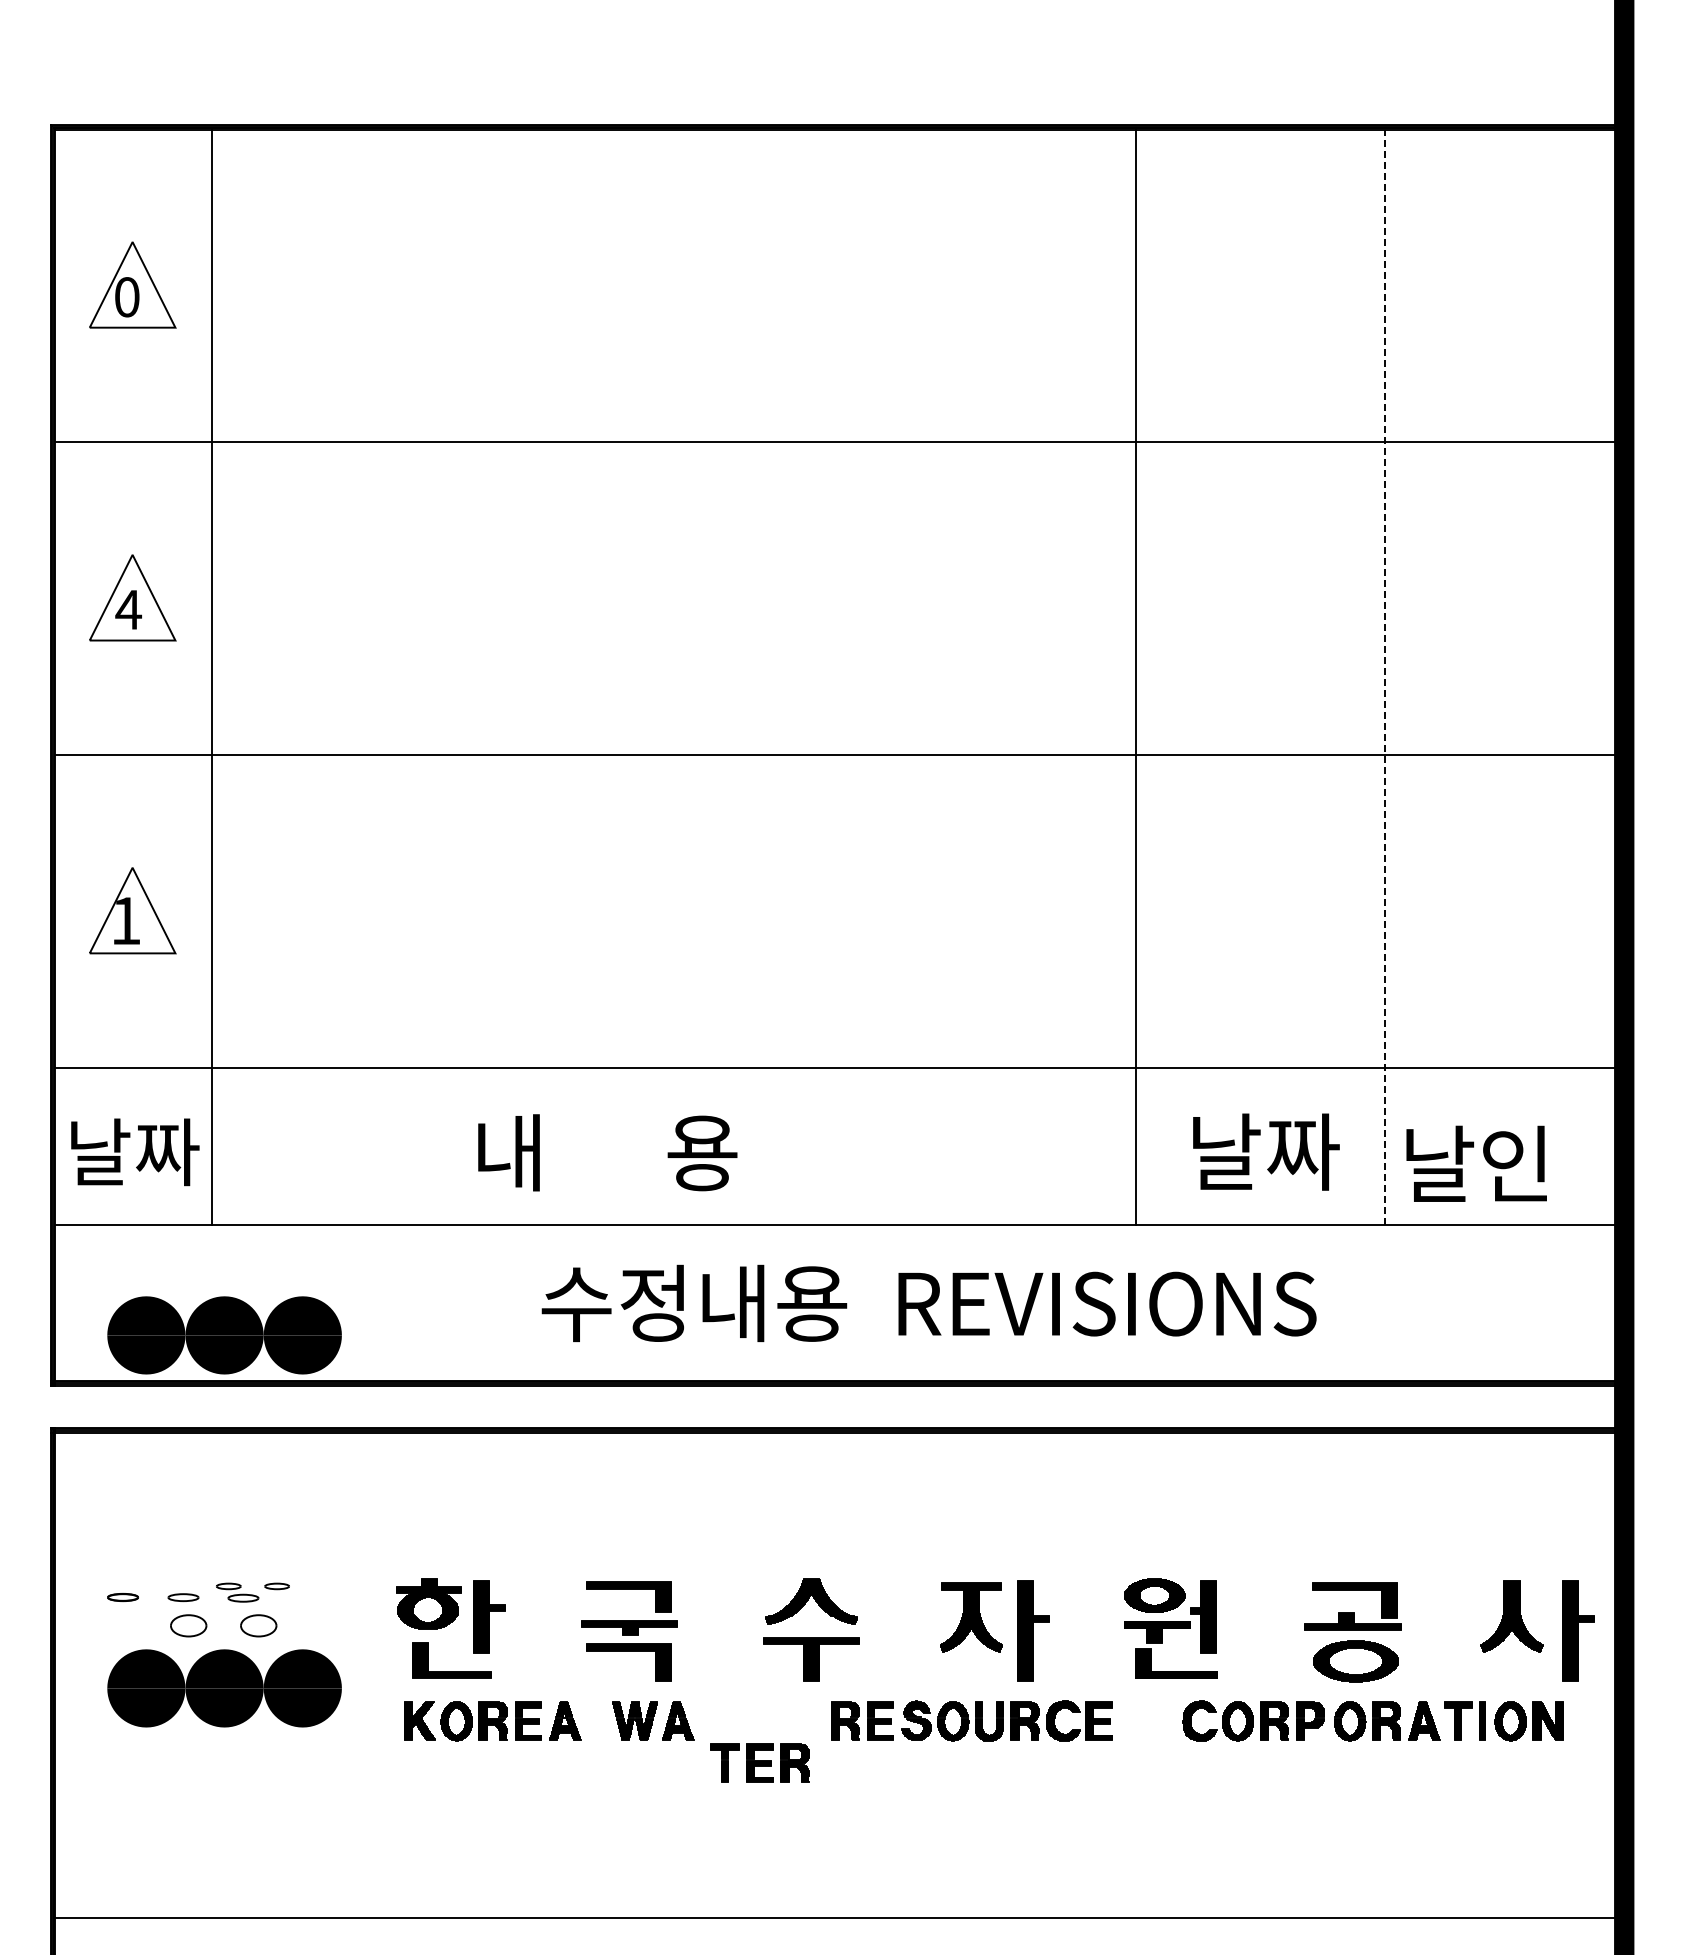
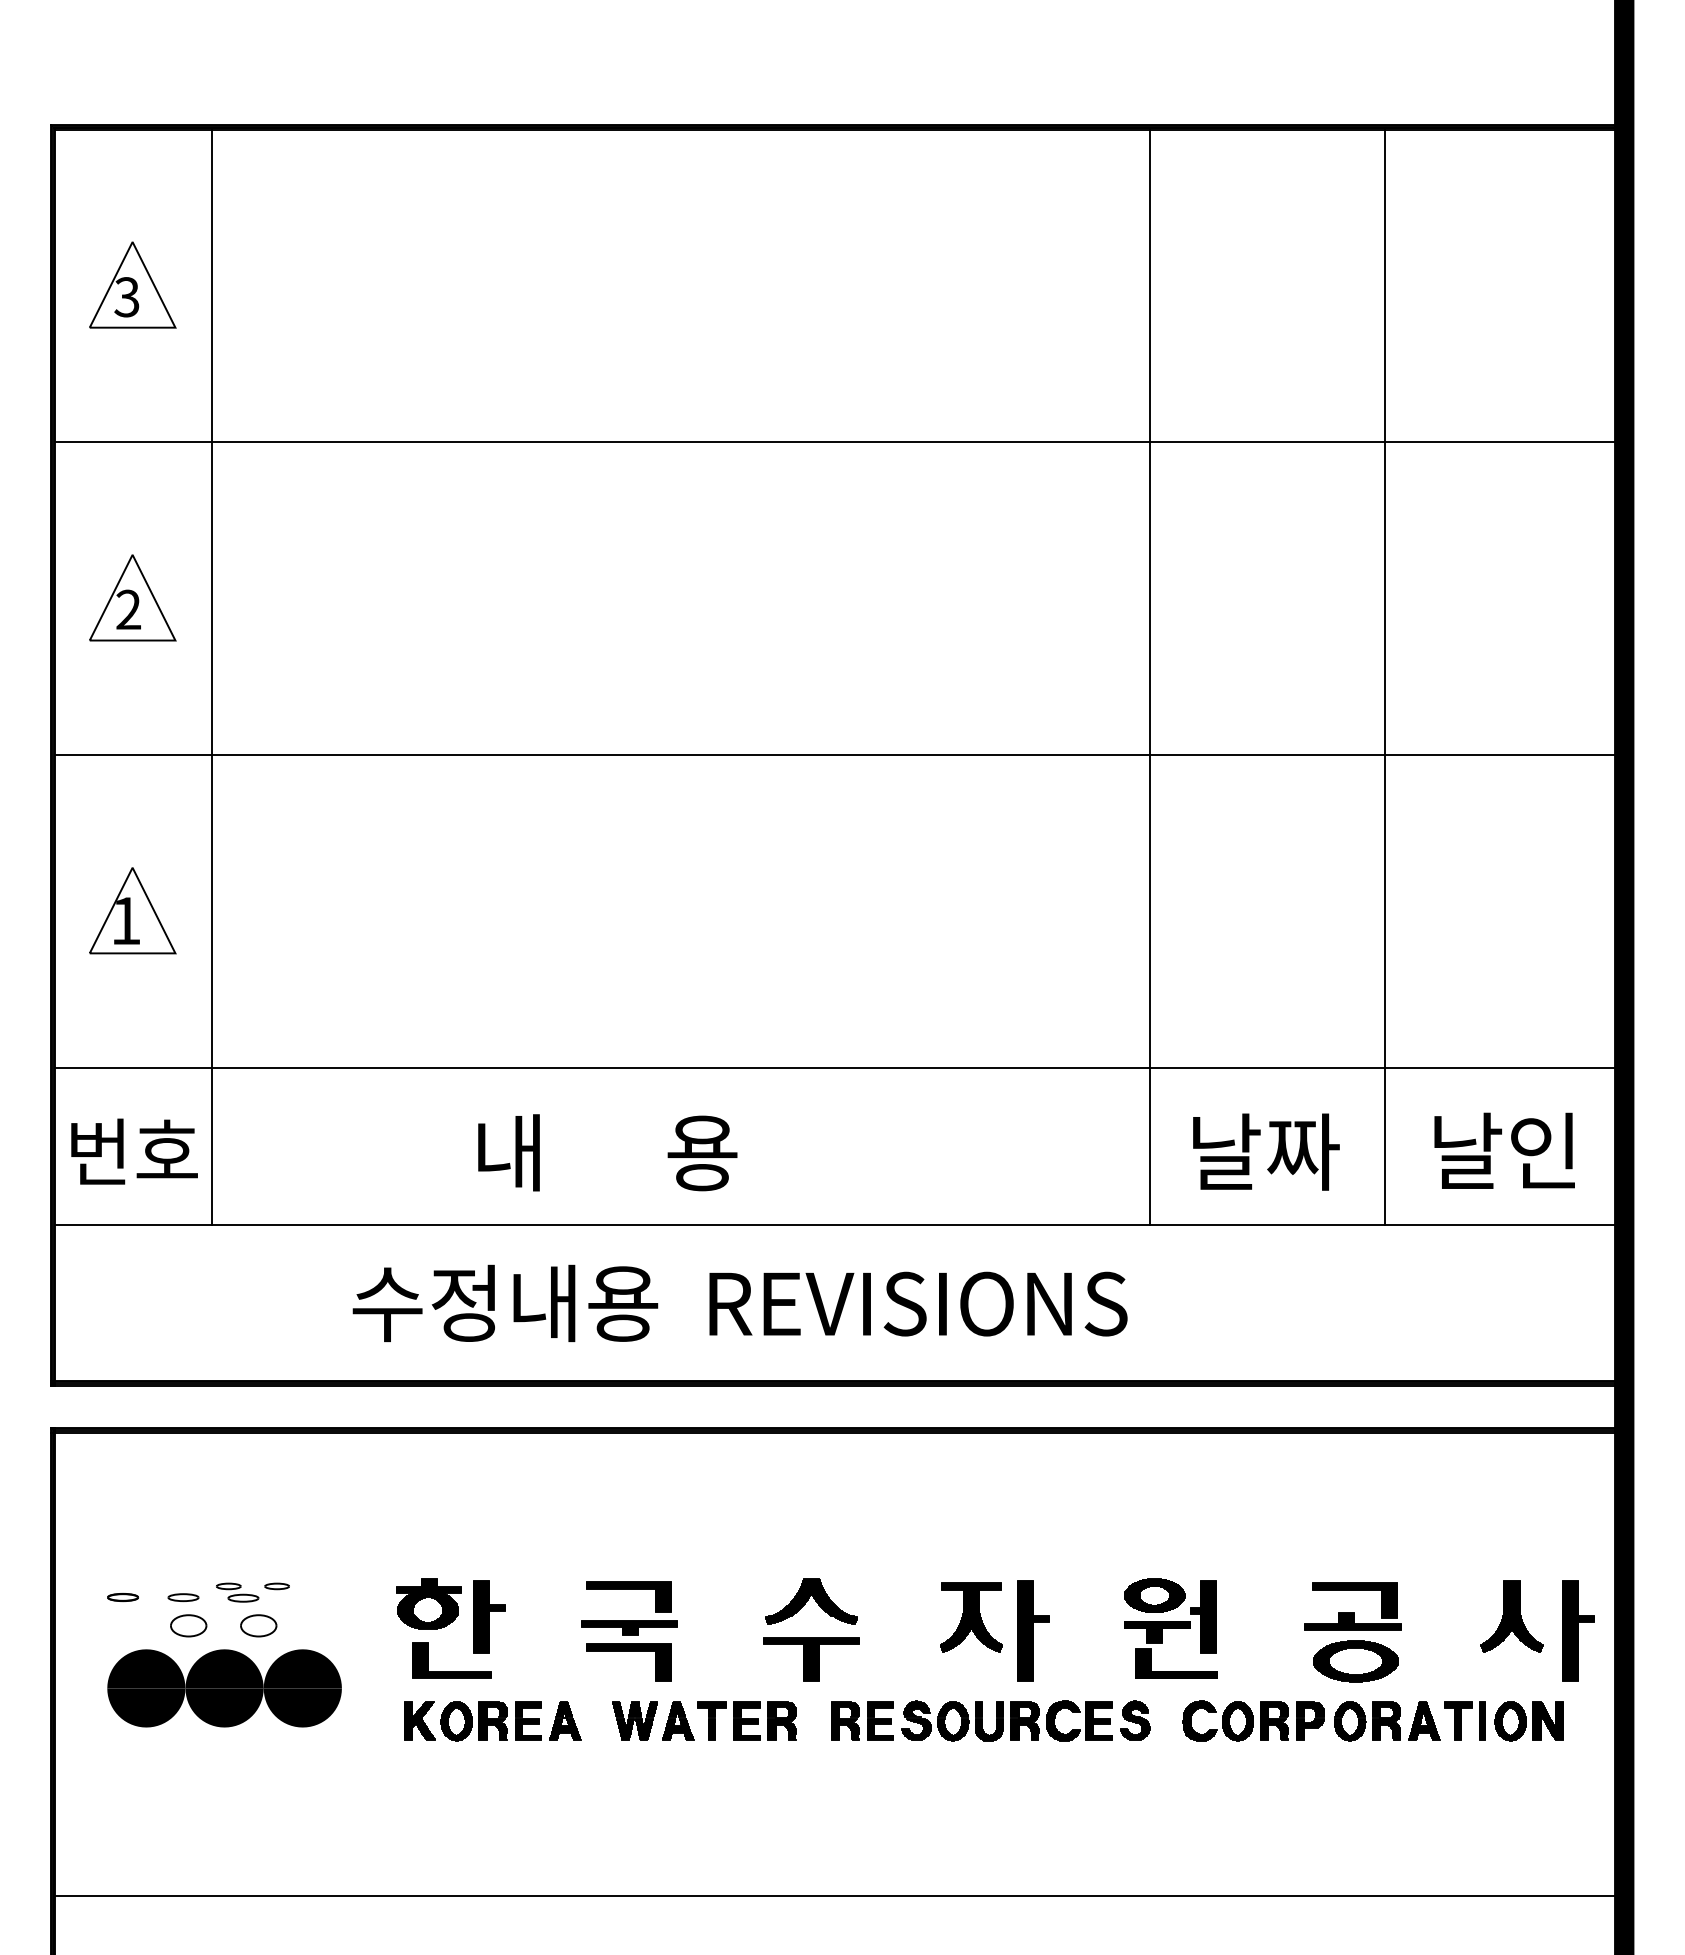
text at (126, 297): 0 -> 3
text at (128, 609): 4 -> 2
line at (1136, 676) position: (1136, 676) -> (1150, 676)
line at (1384, 676): dashed -> solid
text at (135, 1152): 날짜 -> 번호
text at (1476, 1163) position: (1476, 1163) -> (1504, 1150)
text at (928, 1302) position: (928, 1302) -> (739, 1302)
part at (224, 1335): present -> none
part at (1135, 1720): none -> present
part at (759, 1762) position: (759, 1762) -> (746, 1720)
line at (837, 1917) position: (837, 1917) -> (837, 1895)
